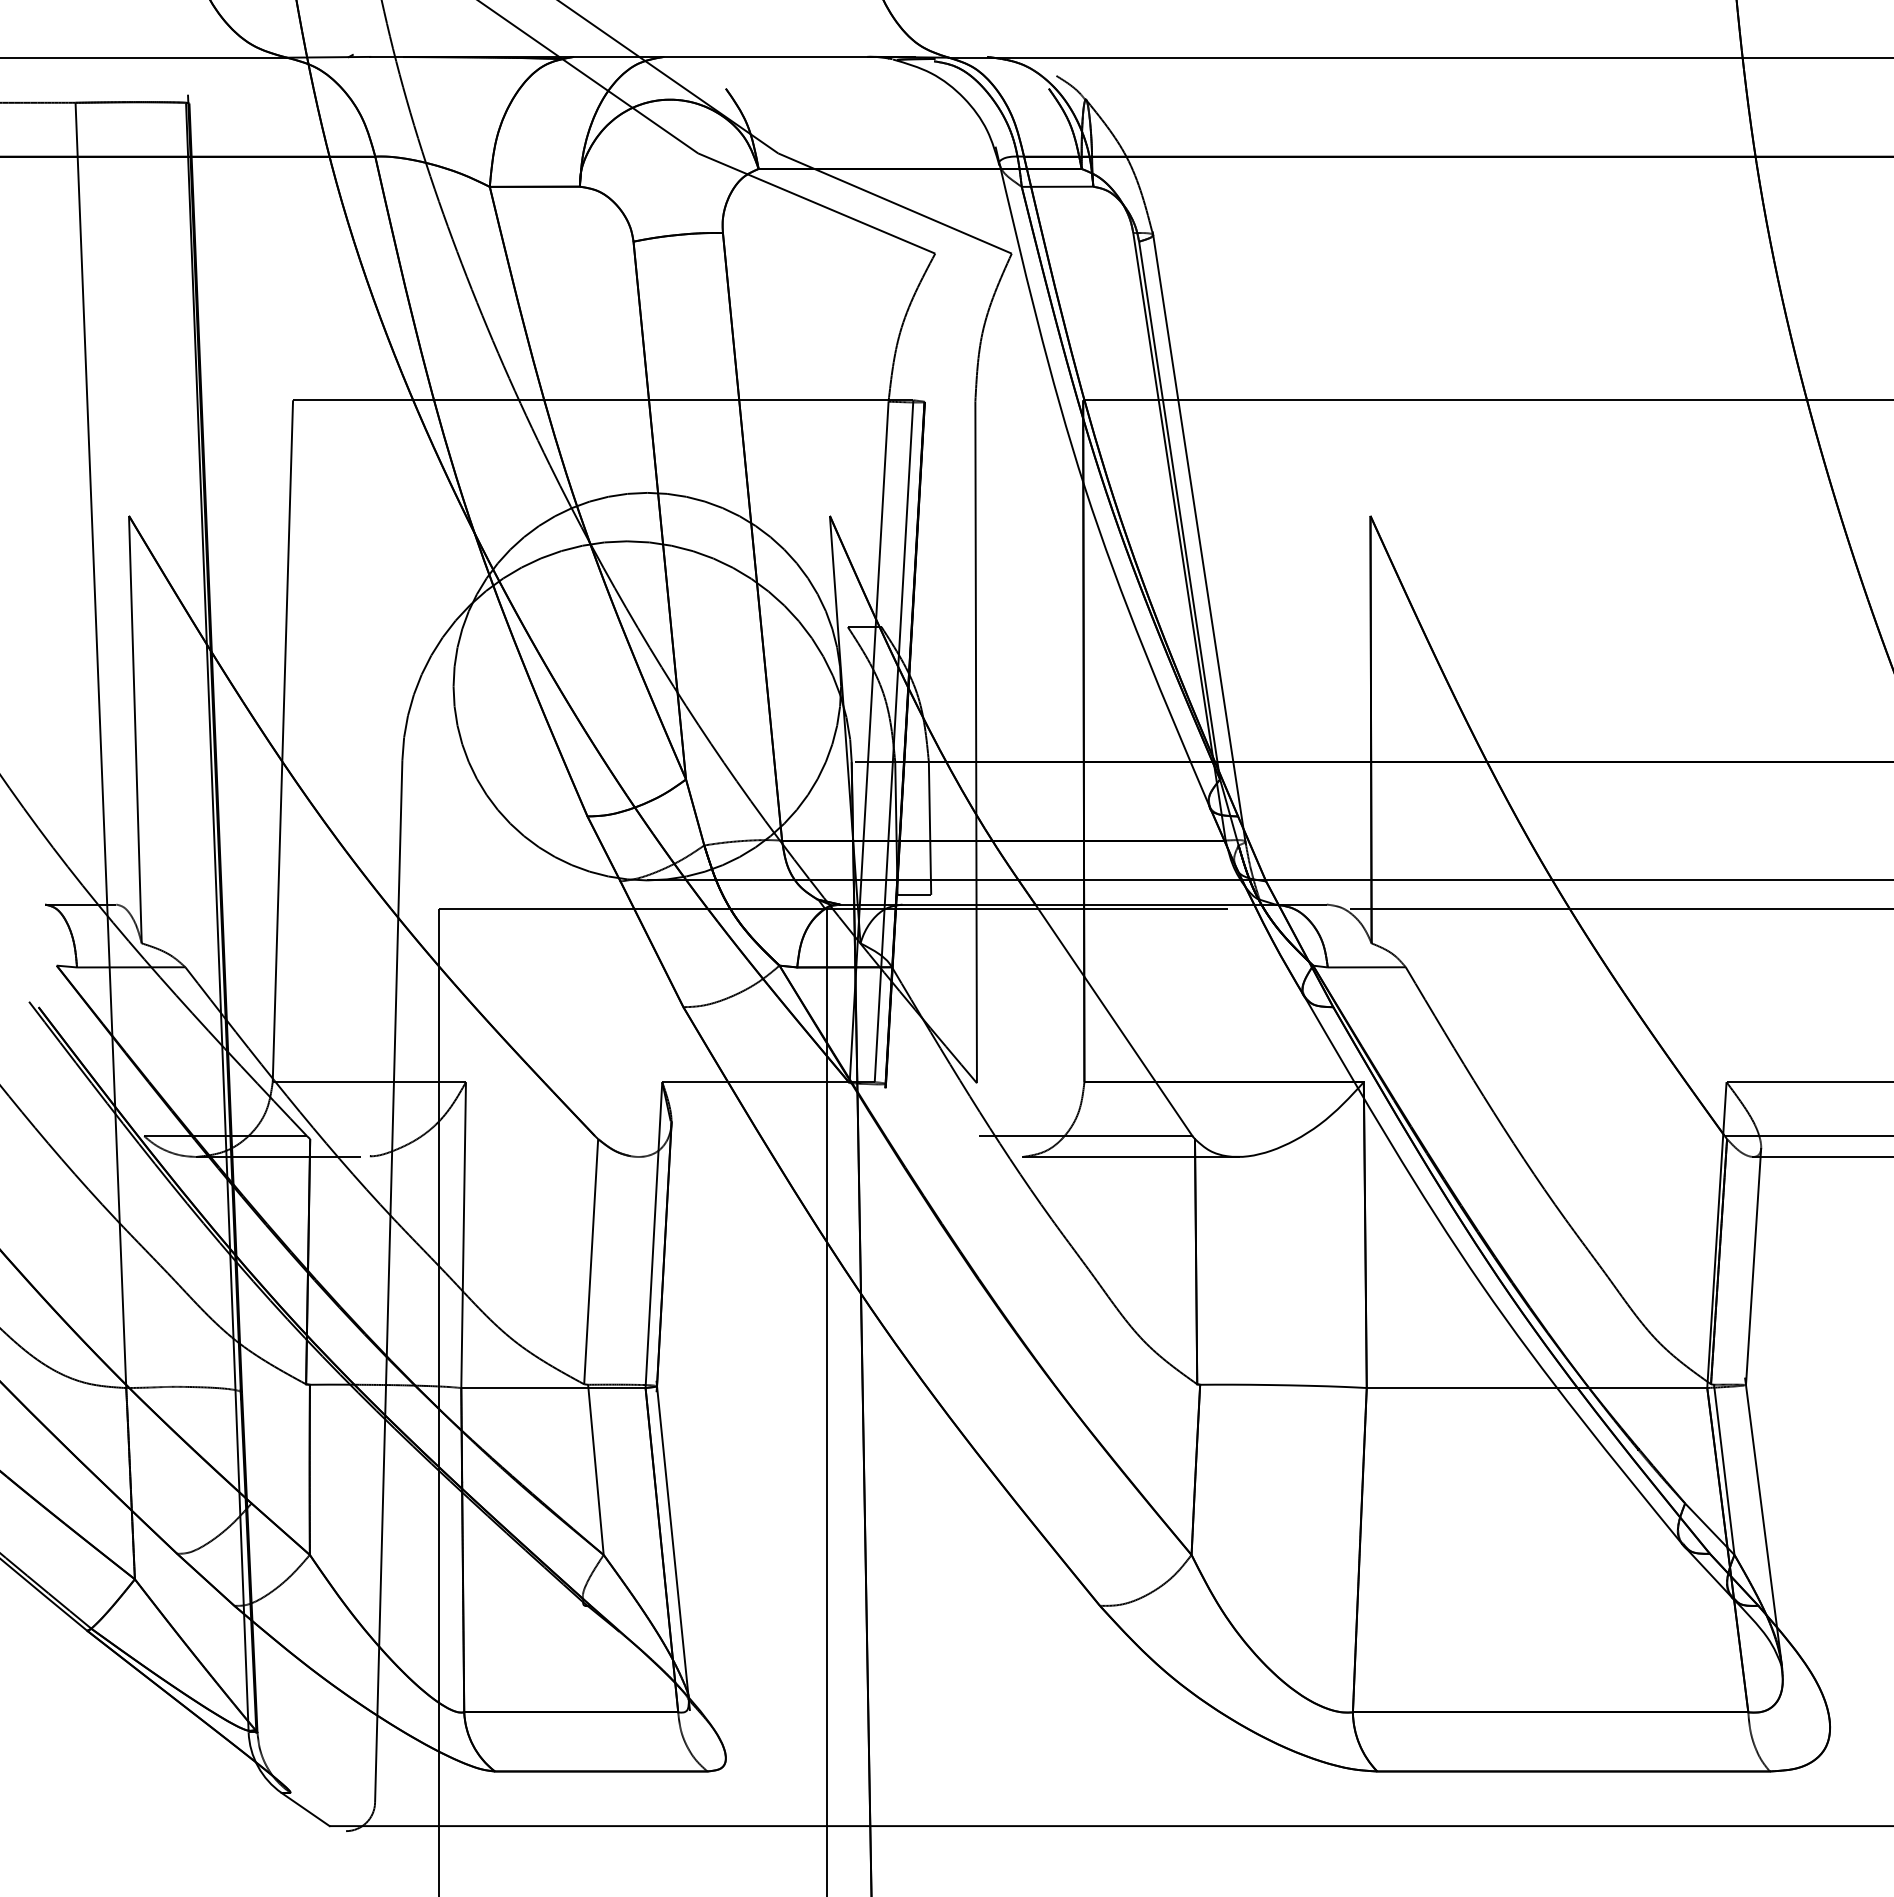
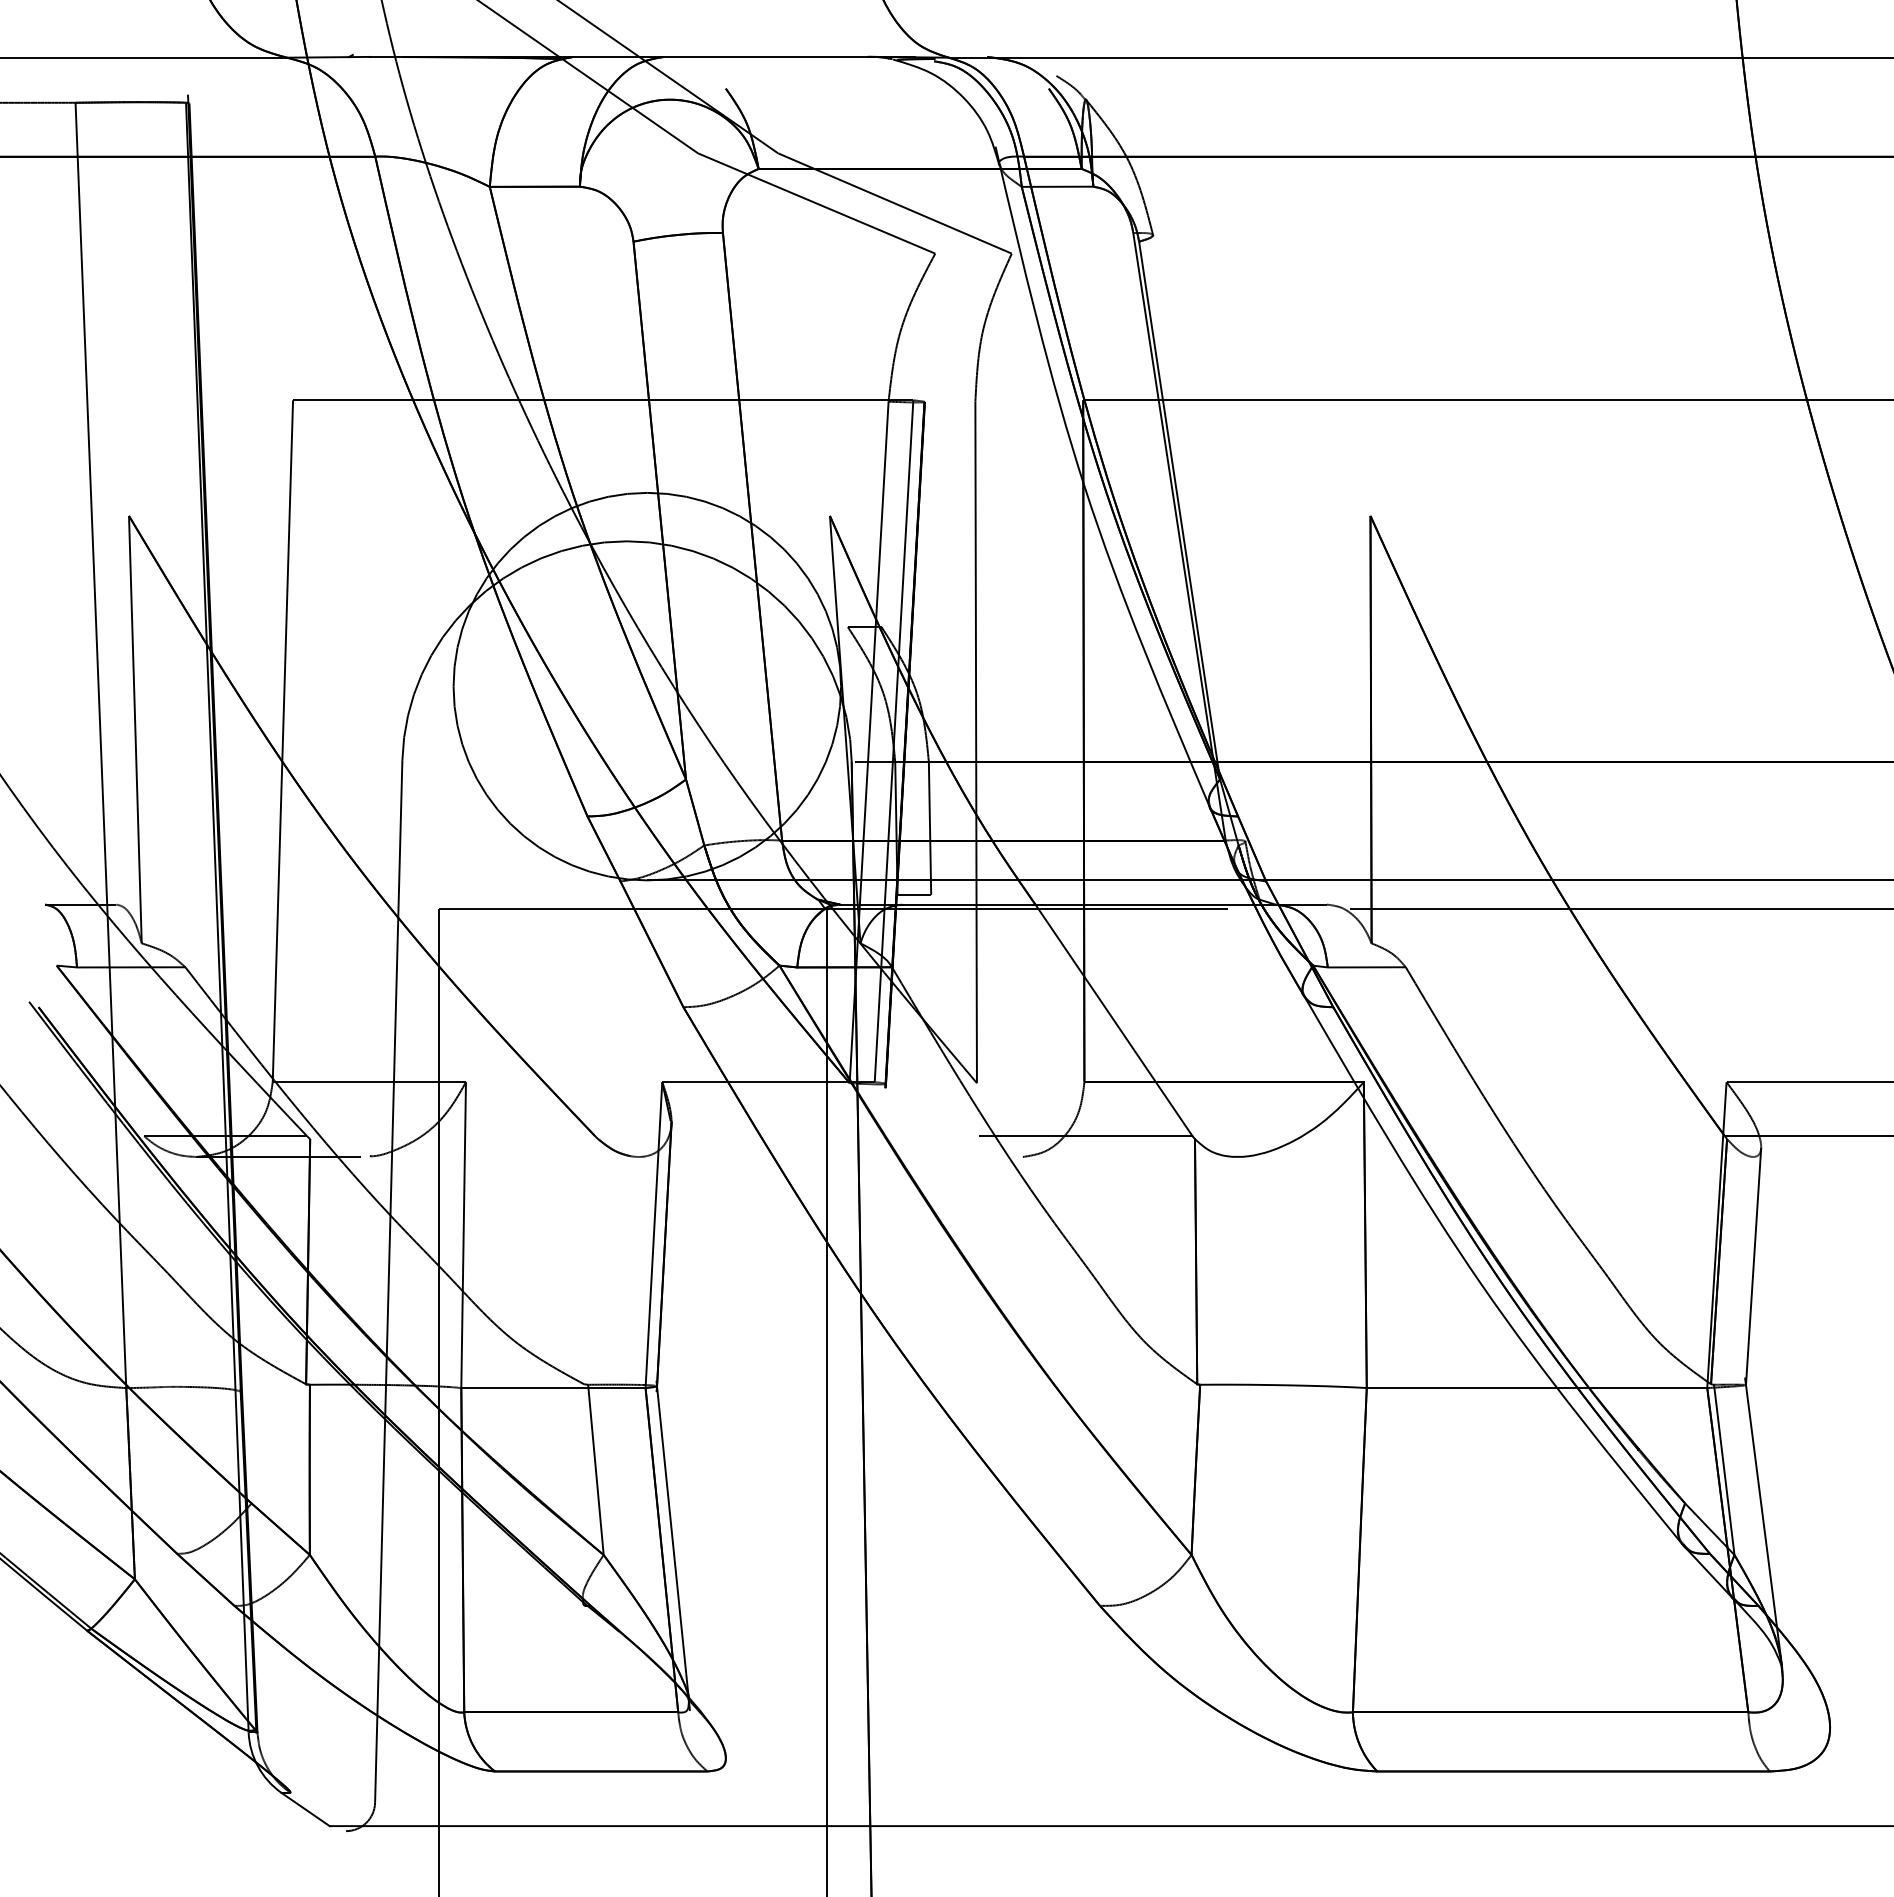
line at (1198, 538): present -> none
line at (1130, 1156): present -> none
line at (1821, 1156): present -> none
line at (591, 1261): present -> none
